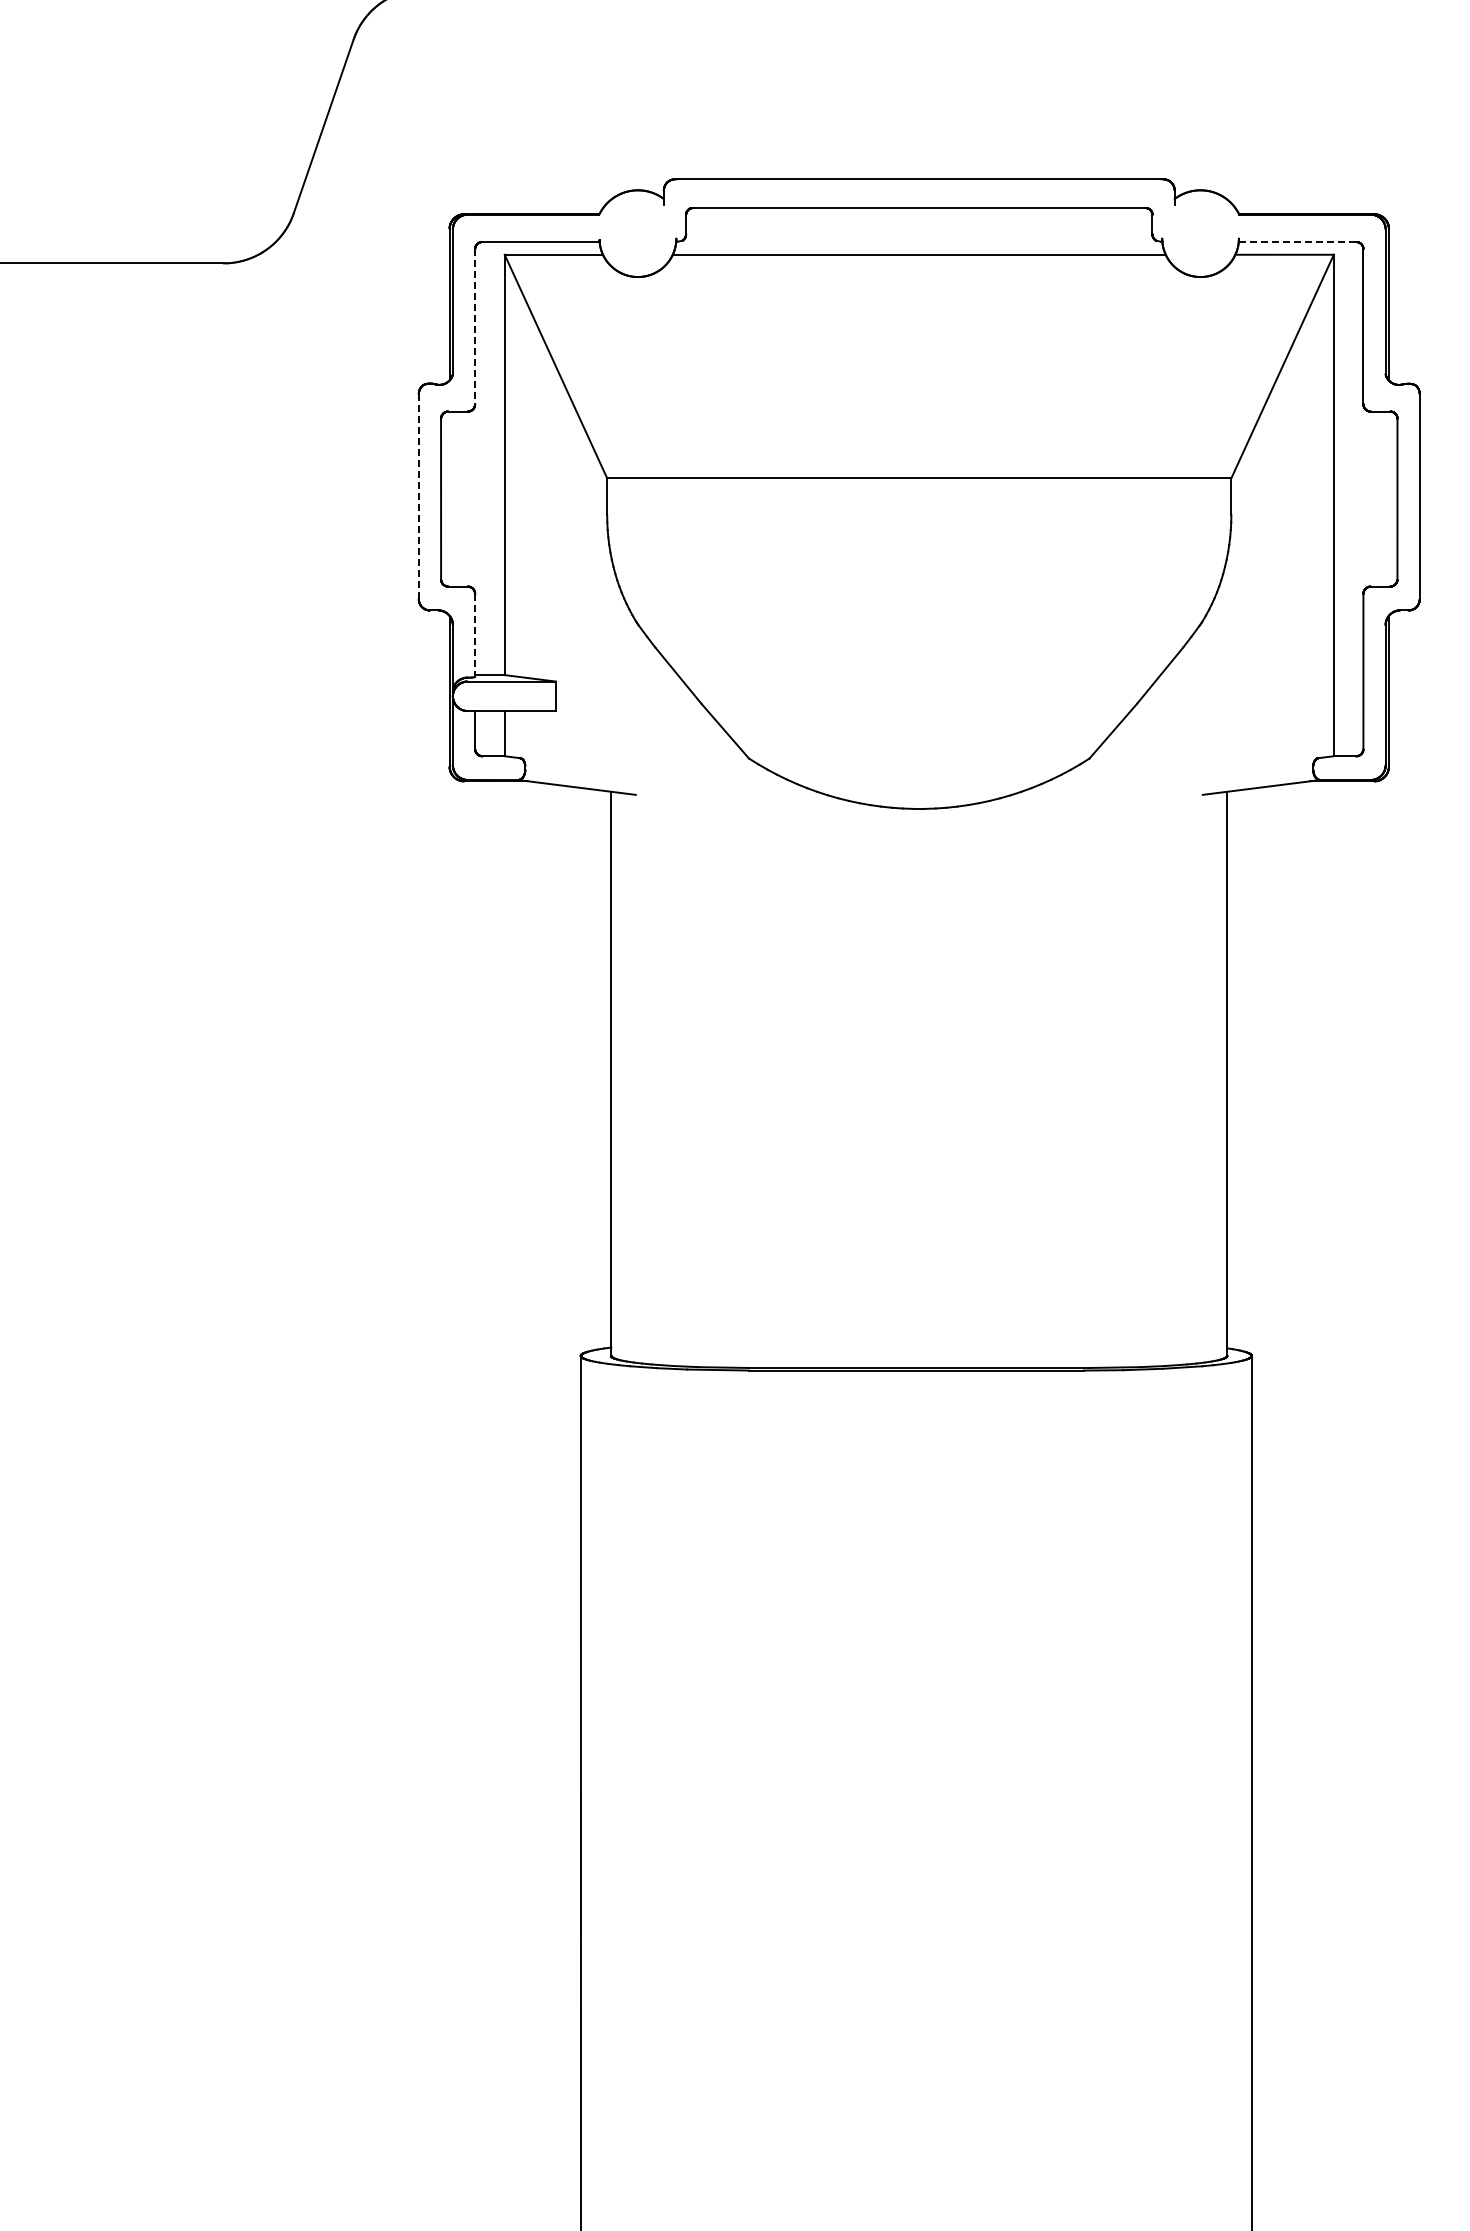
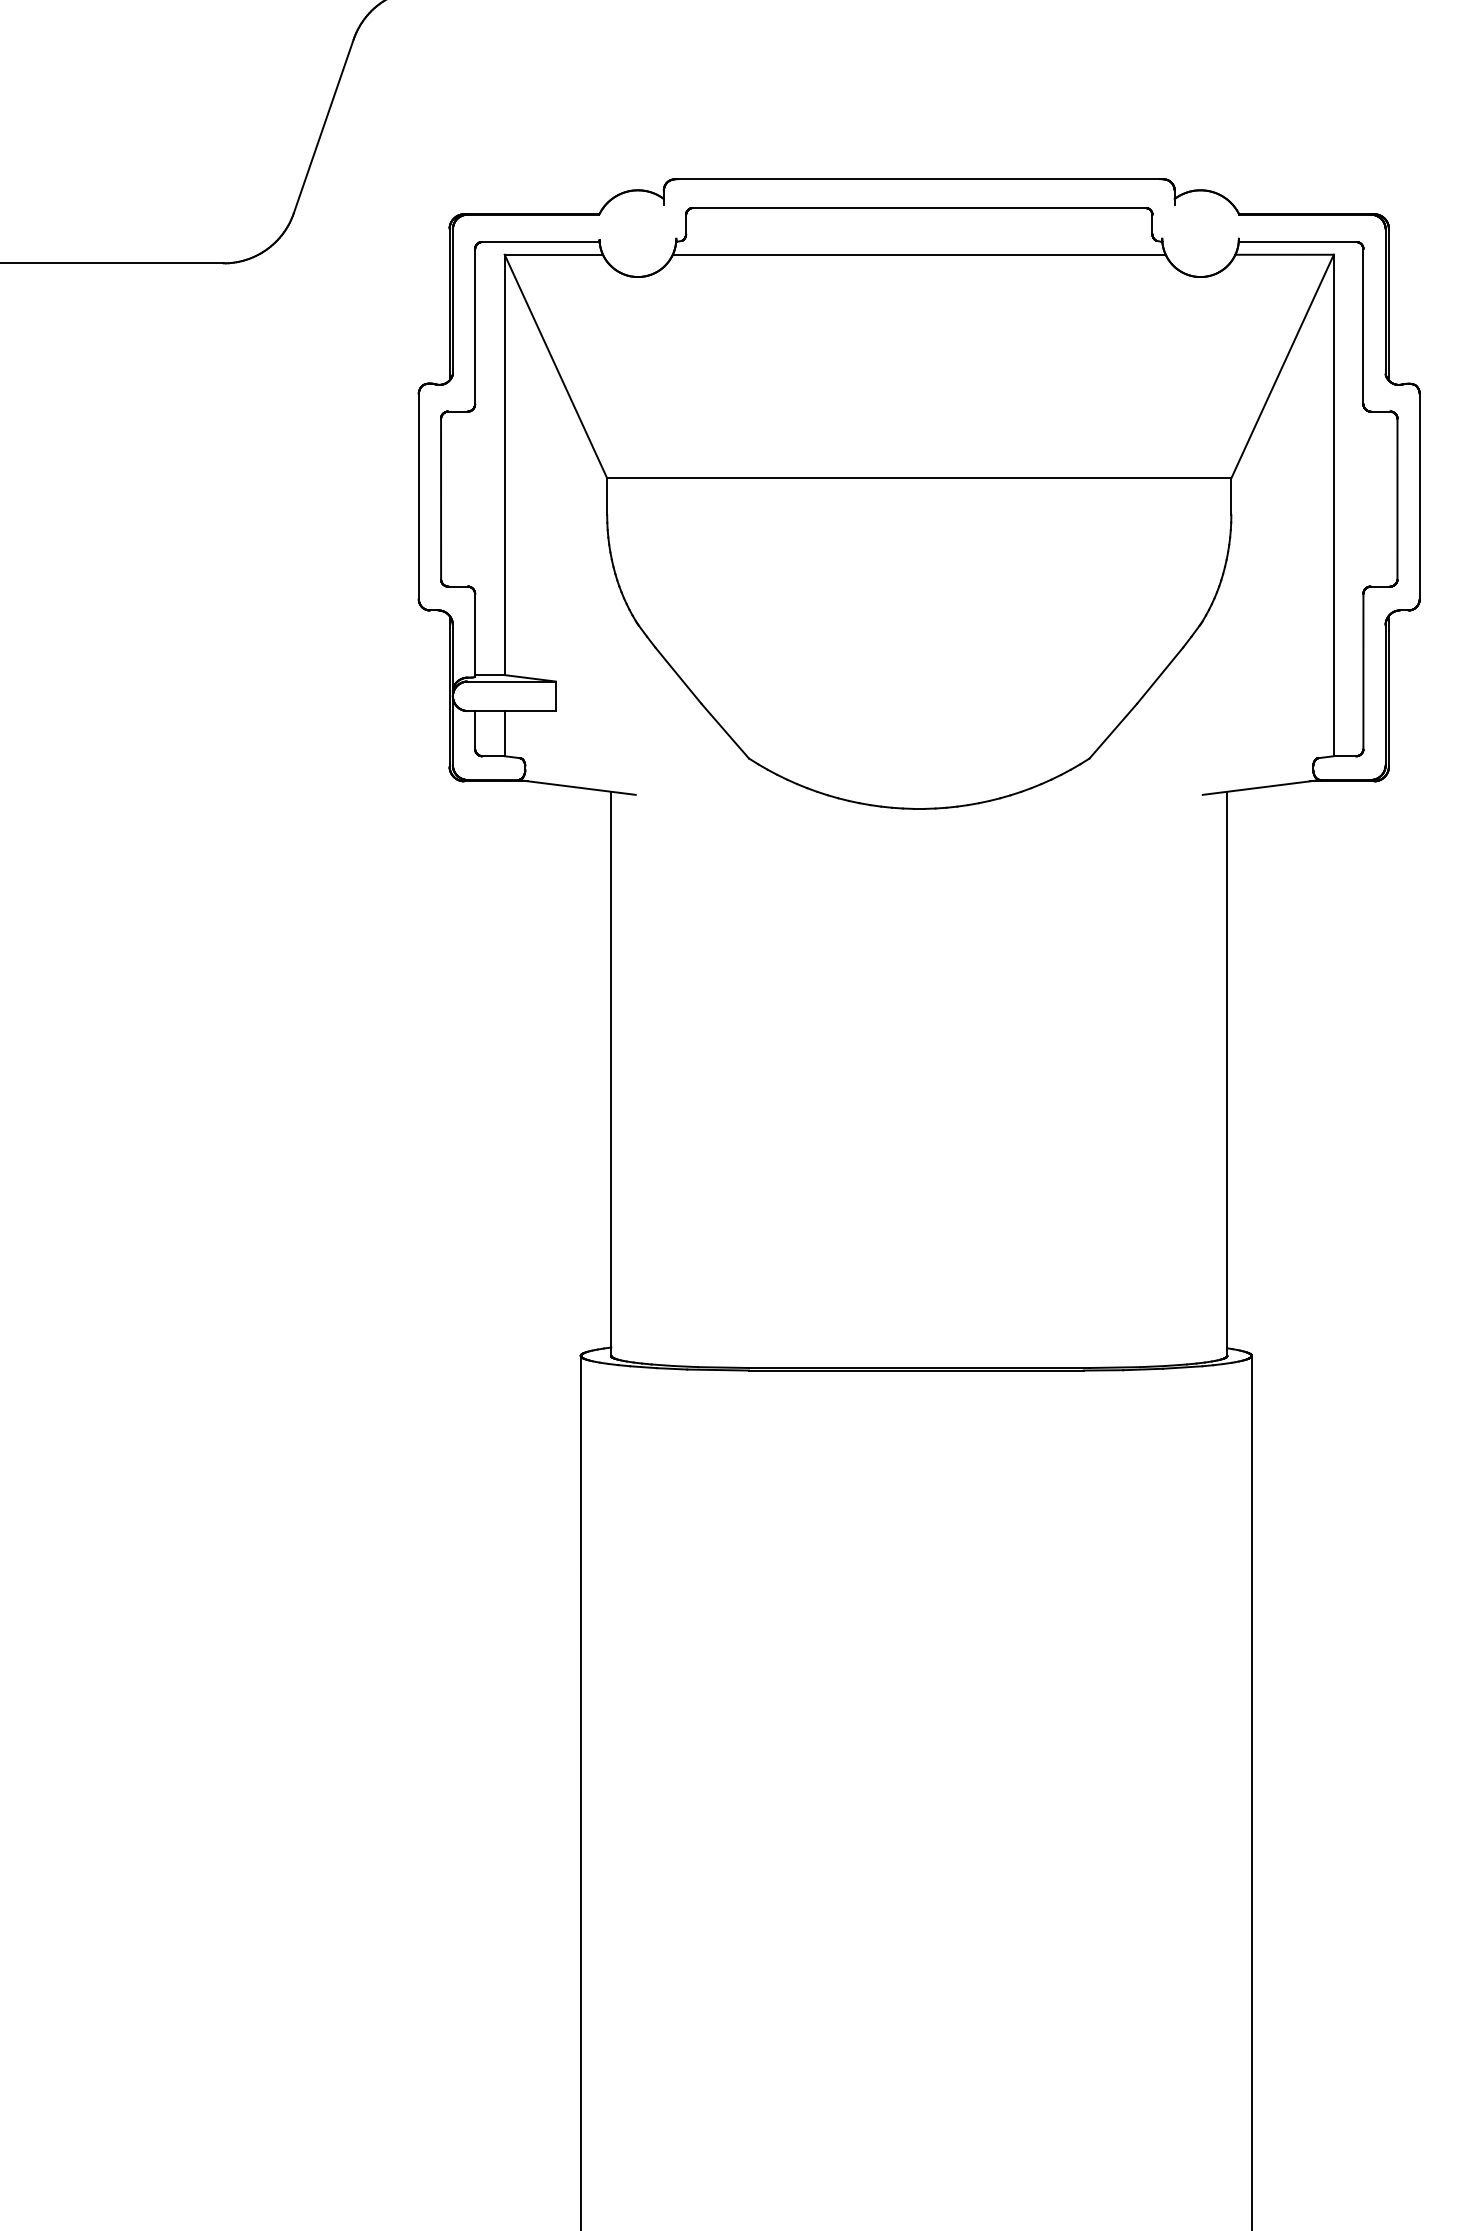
line at (1297, 241): dashed -> solid
line at (475, 327): dashed -> solid
line at (418, 496): dashed -> solid
line at (475, 635): dashed -> solid
